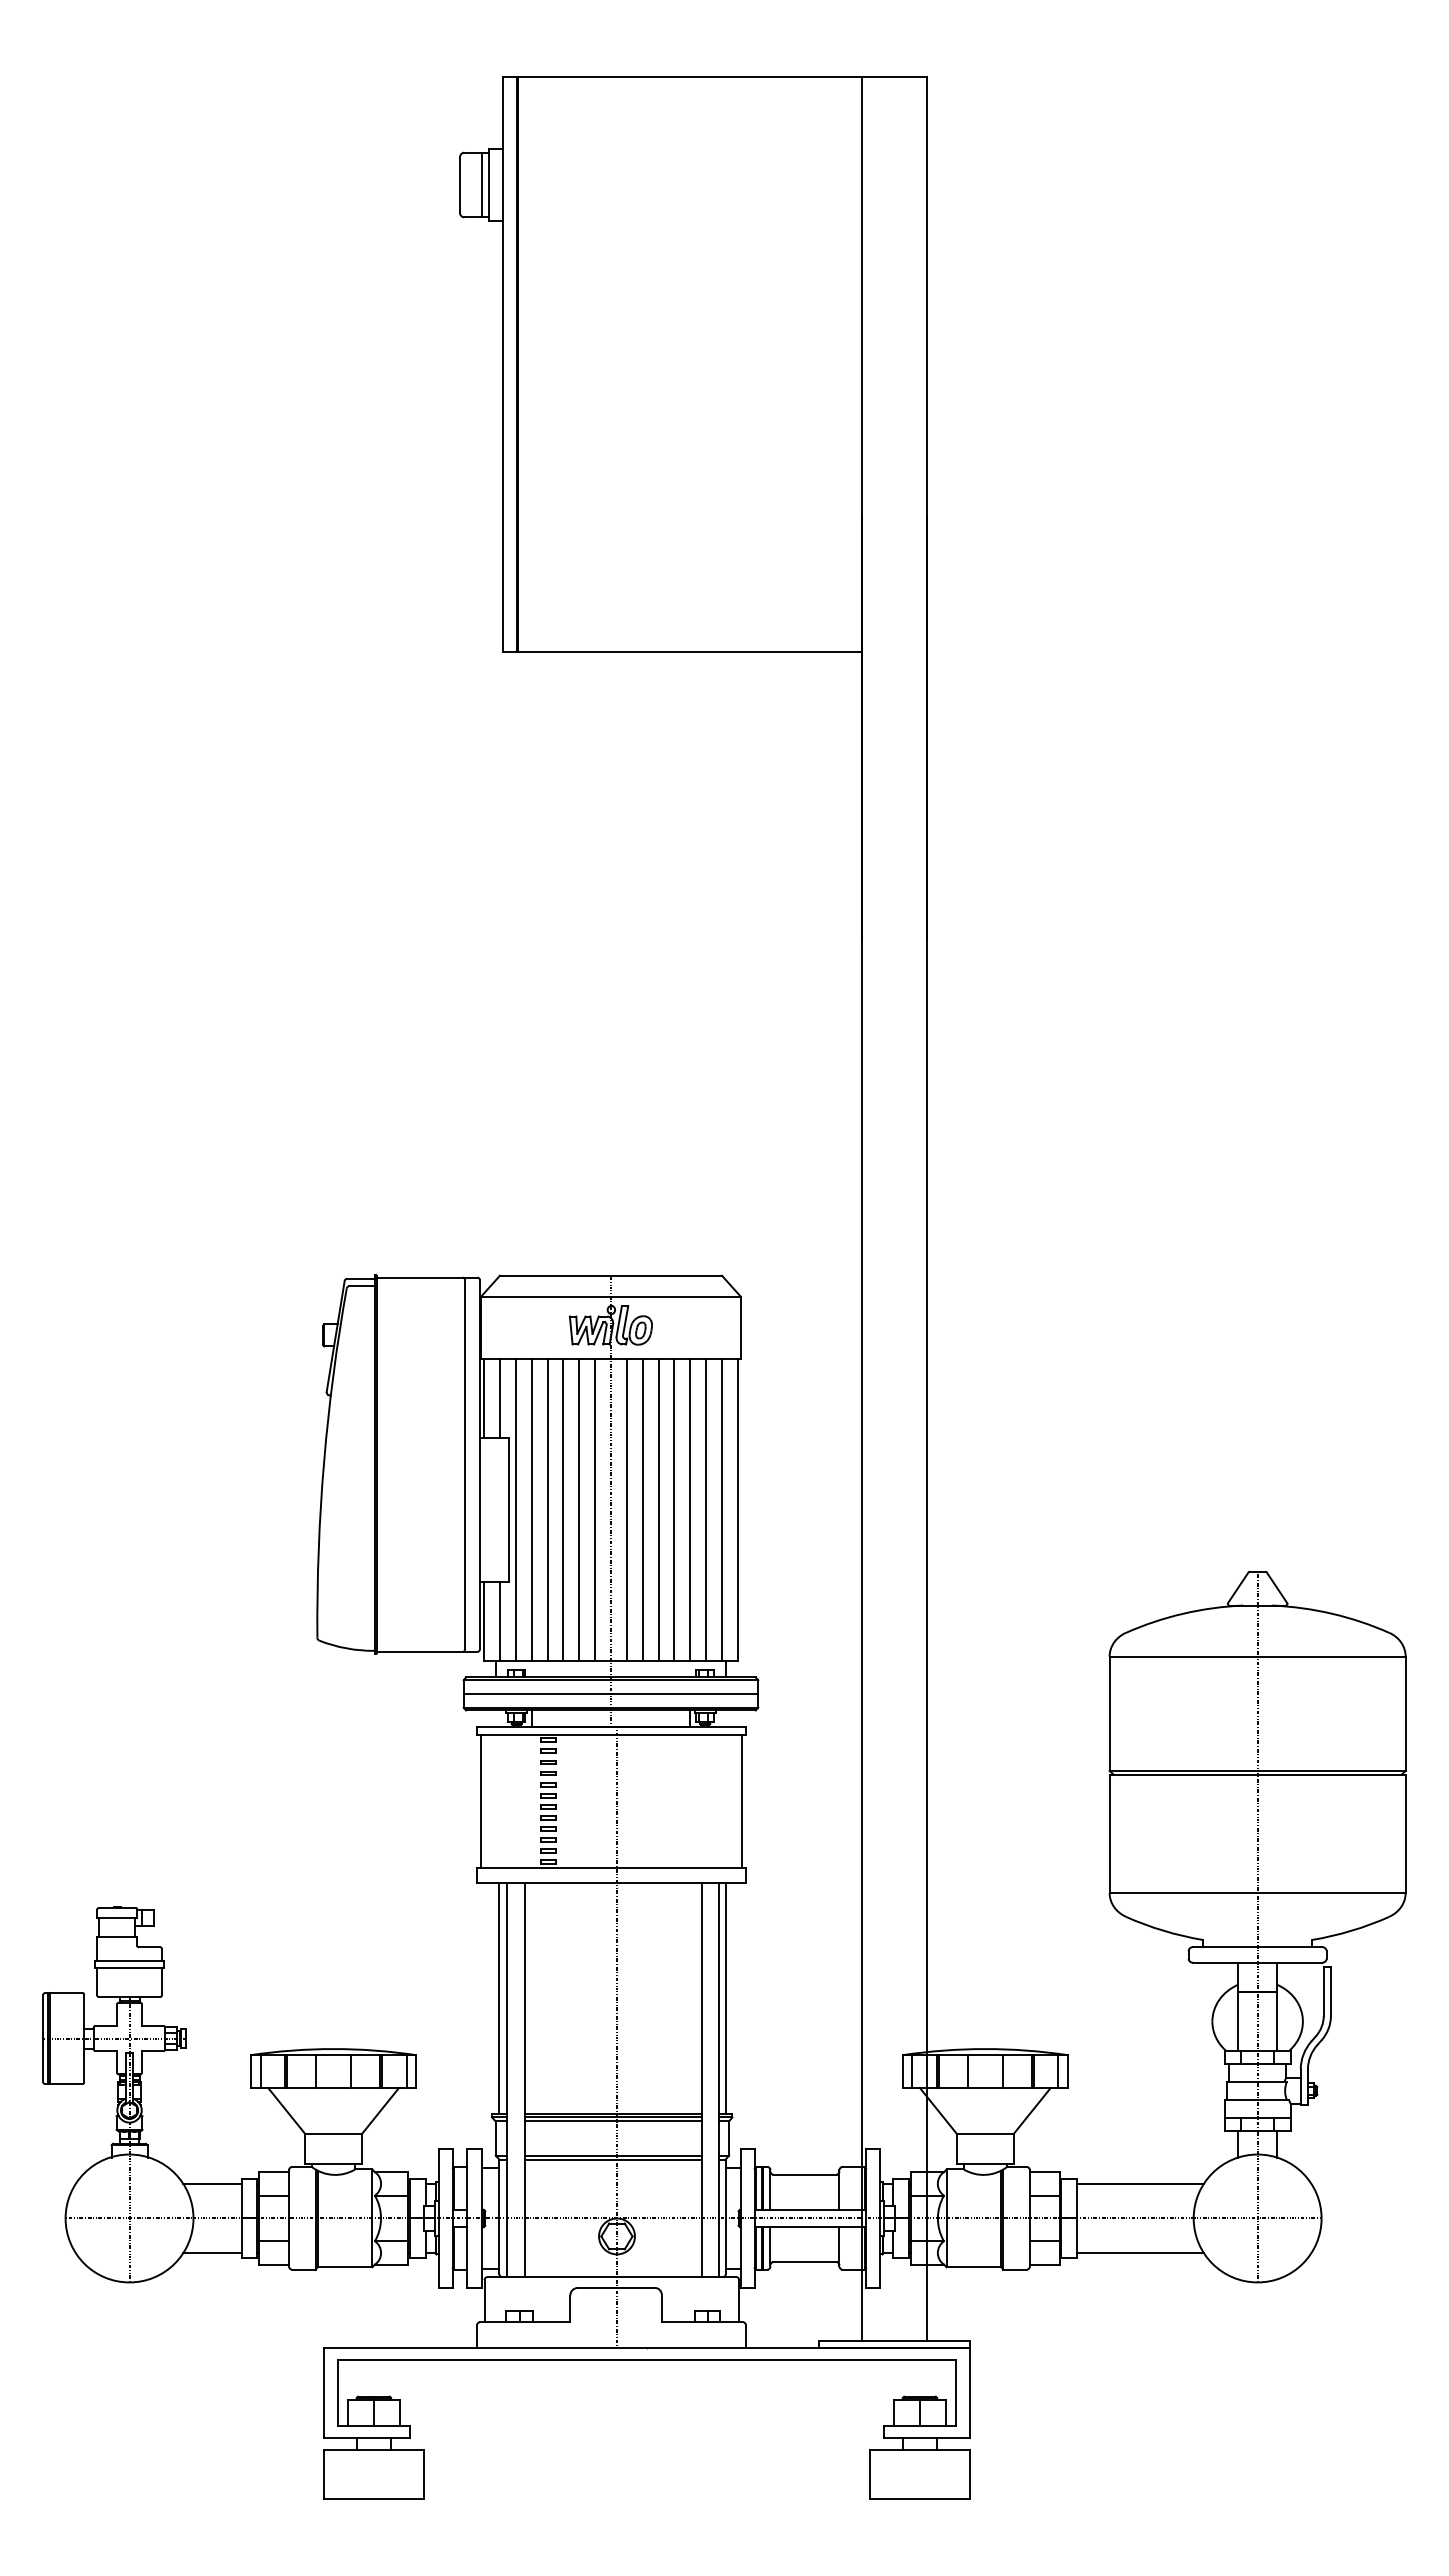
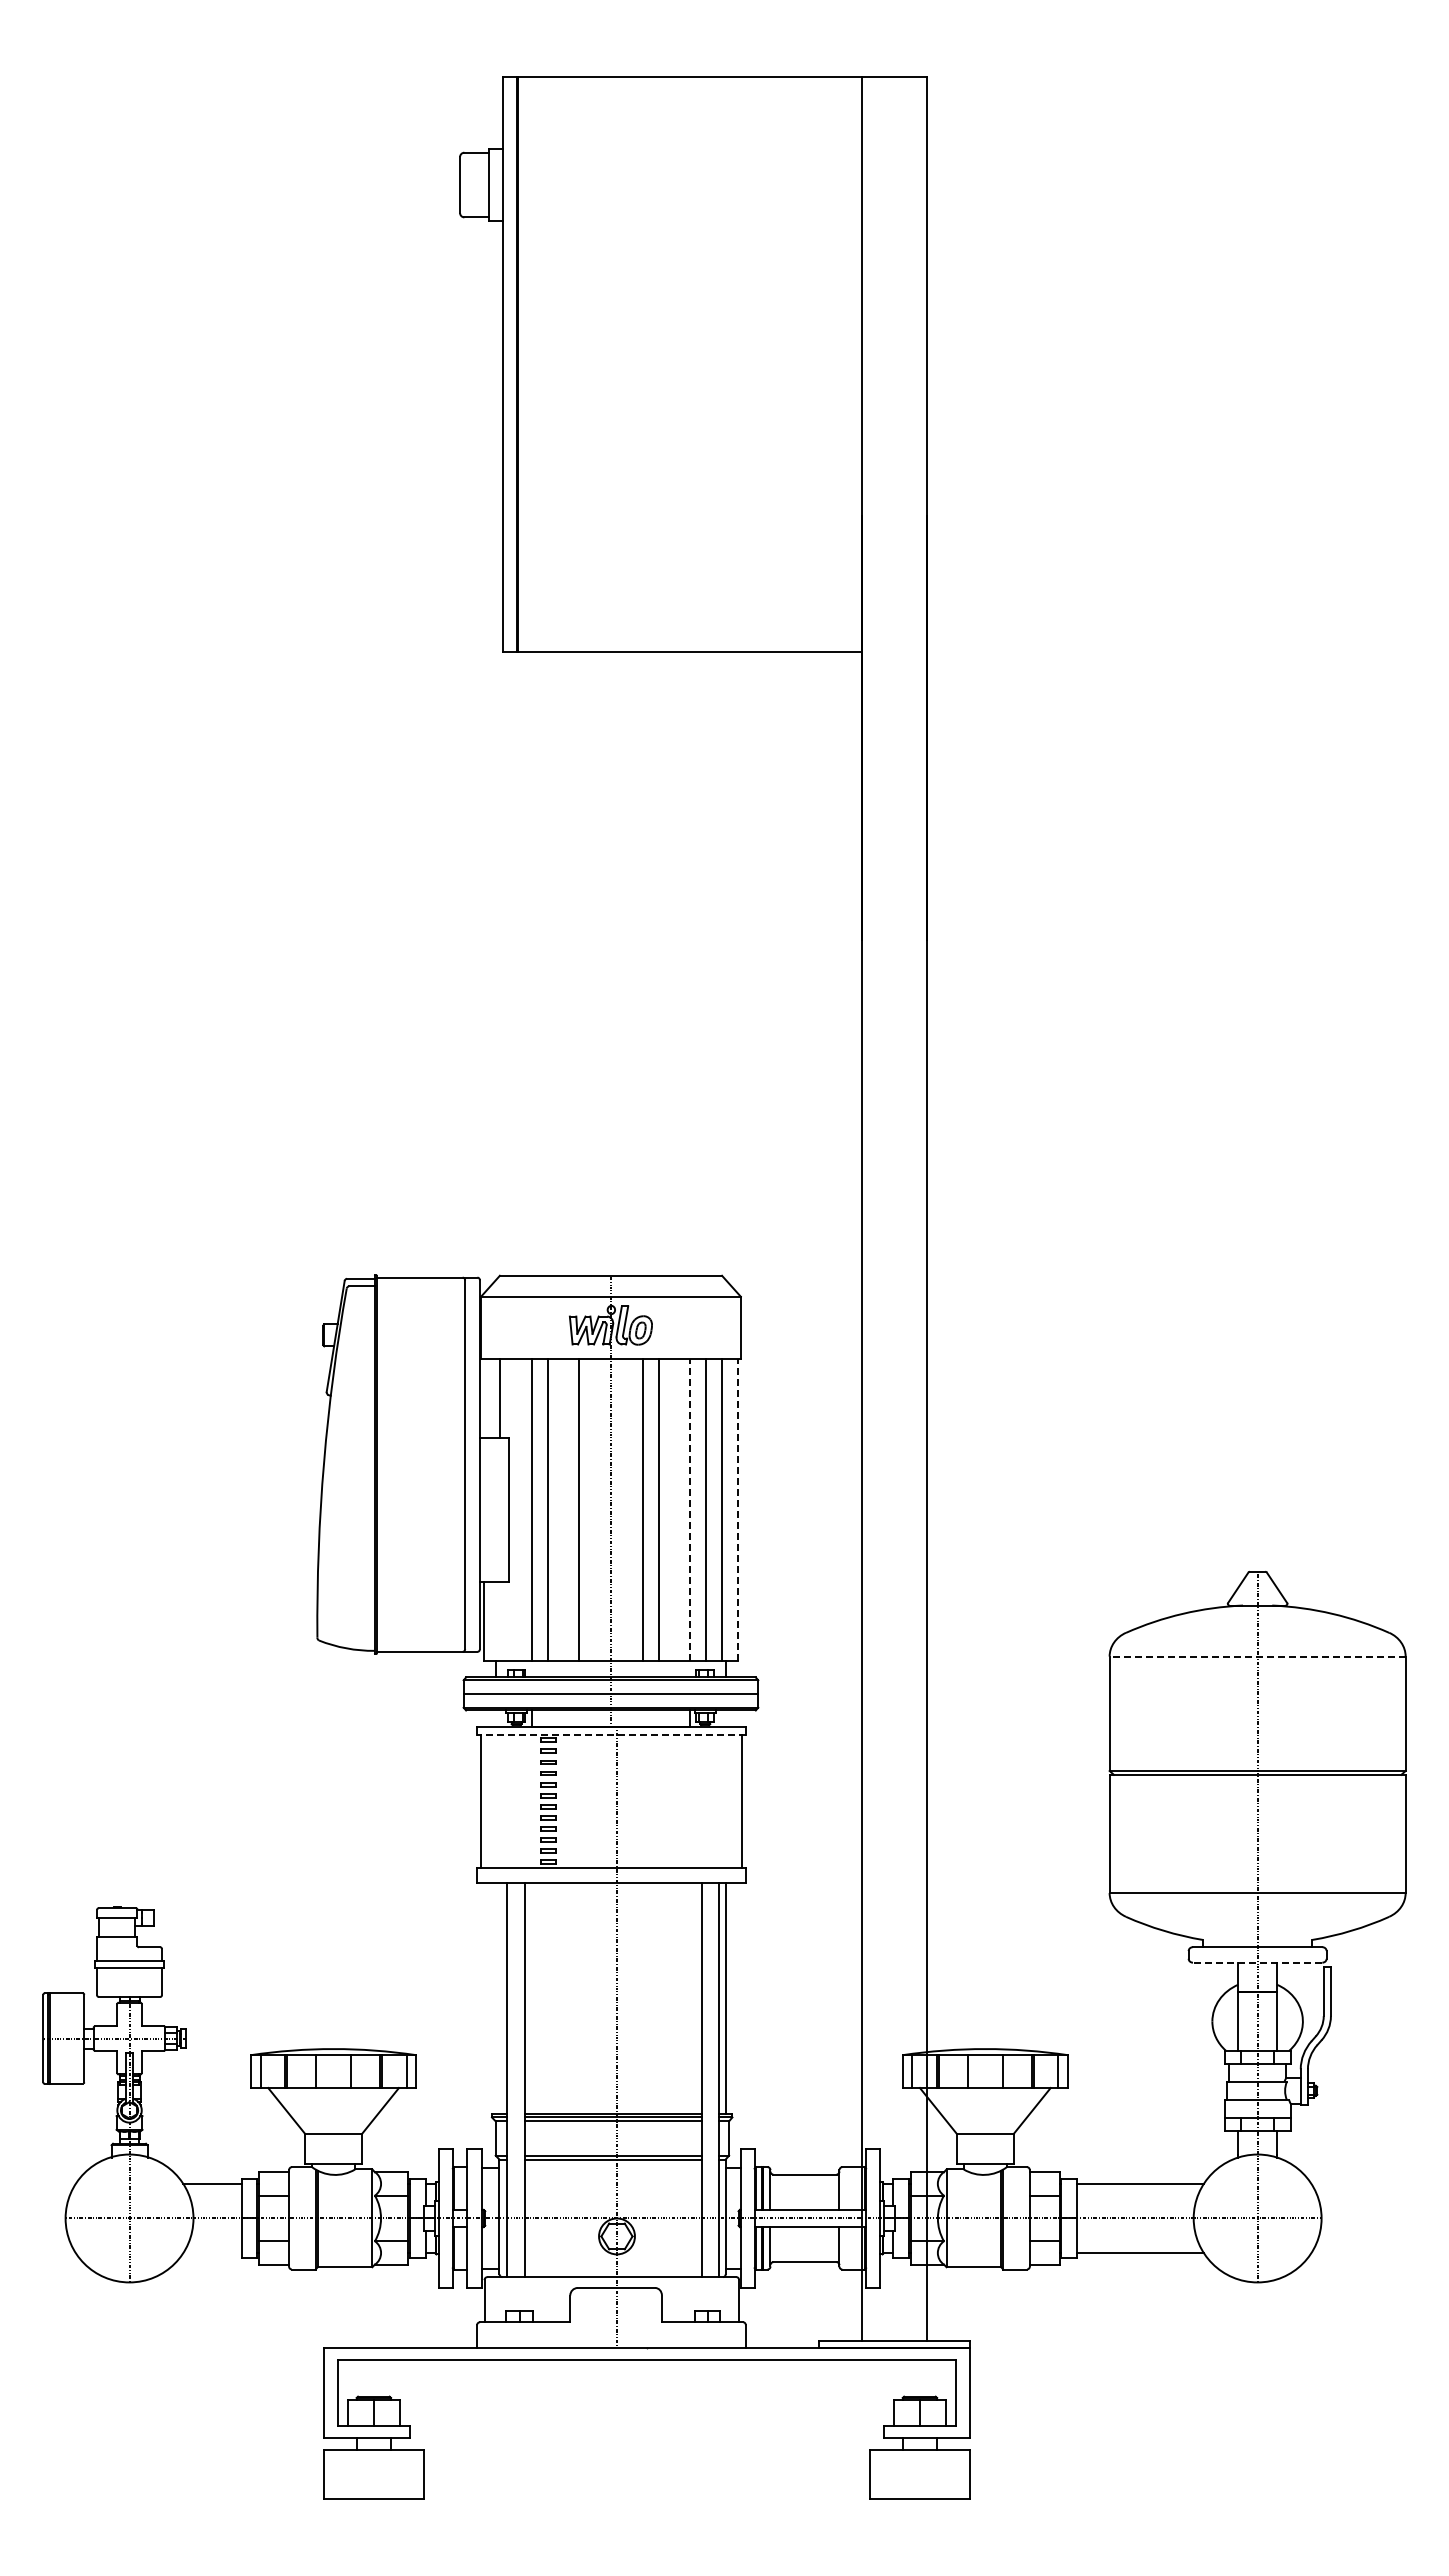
line at (481, 184): present -> none
line at (484, 1398): present -> none
line at (515, 1509): present -> none
line at (563, 1509): present -> none
line at (595, 1509): present -> none
line at (626, 1509): present -> none
line at (674, 1509): present -> none
line at (690, 1510): solid -> dashed
line at (737, 1510): solid -> dashed
line at (500, 1621): present -> none
line at (1257, 1656): solid -> dashed
line at (610, 1734): solid -> dashed
line at (1257, 1962): solid -> dashed
line at (499, 1998): present -> none
line at (212, 2253): present -> none
